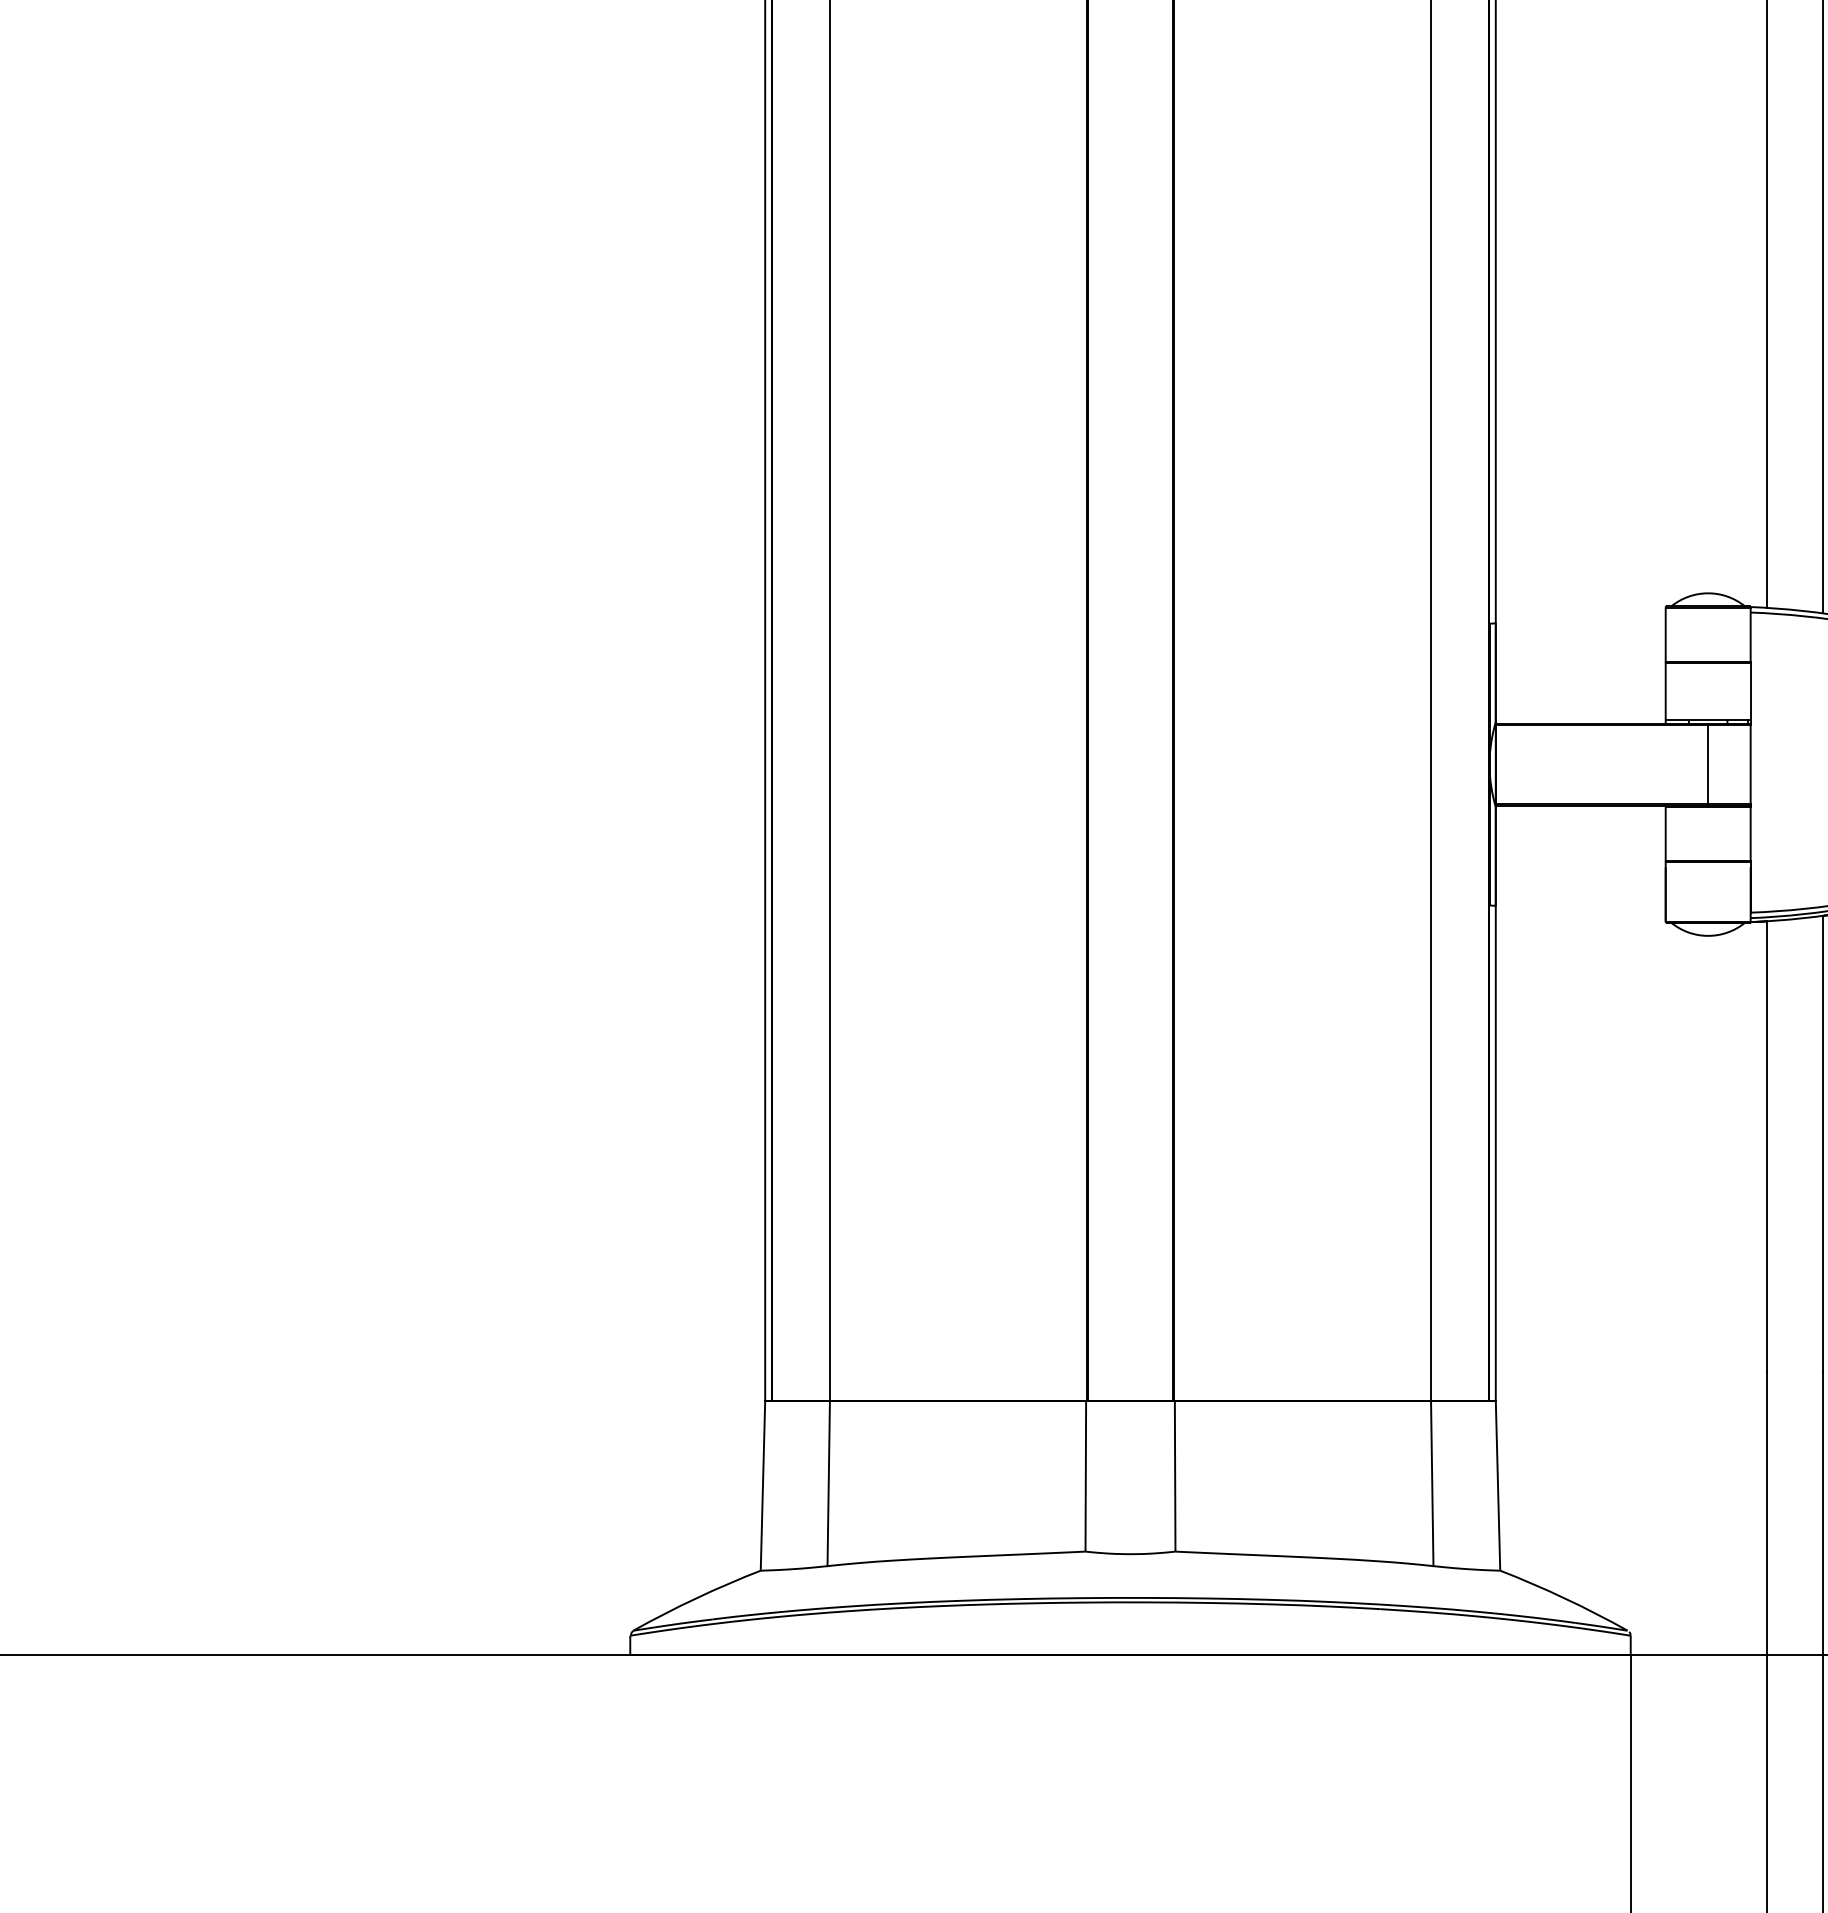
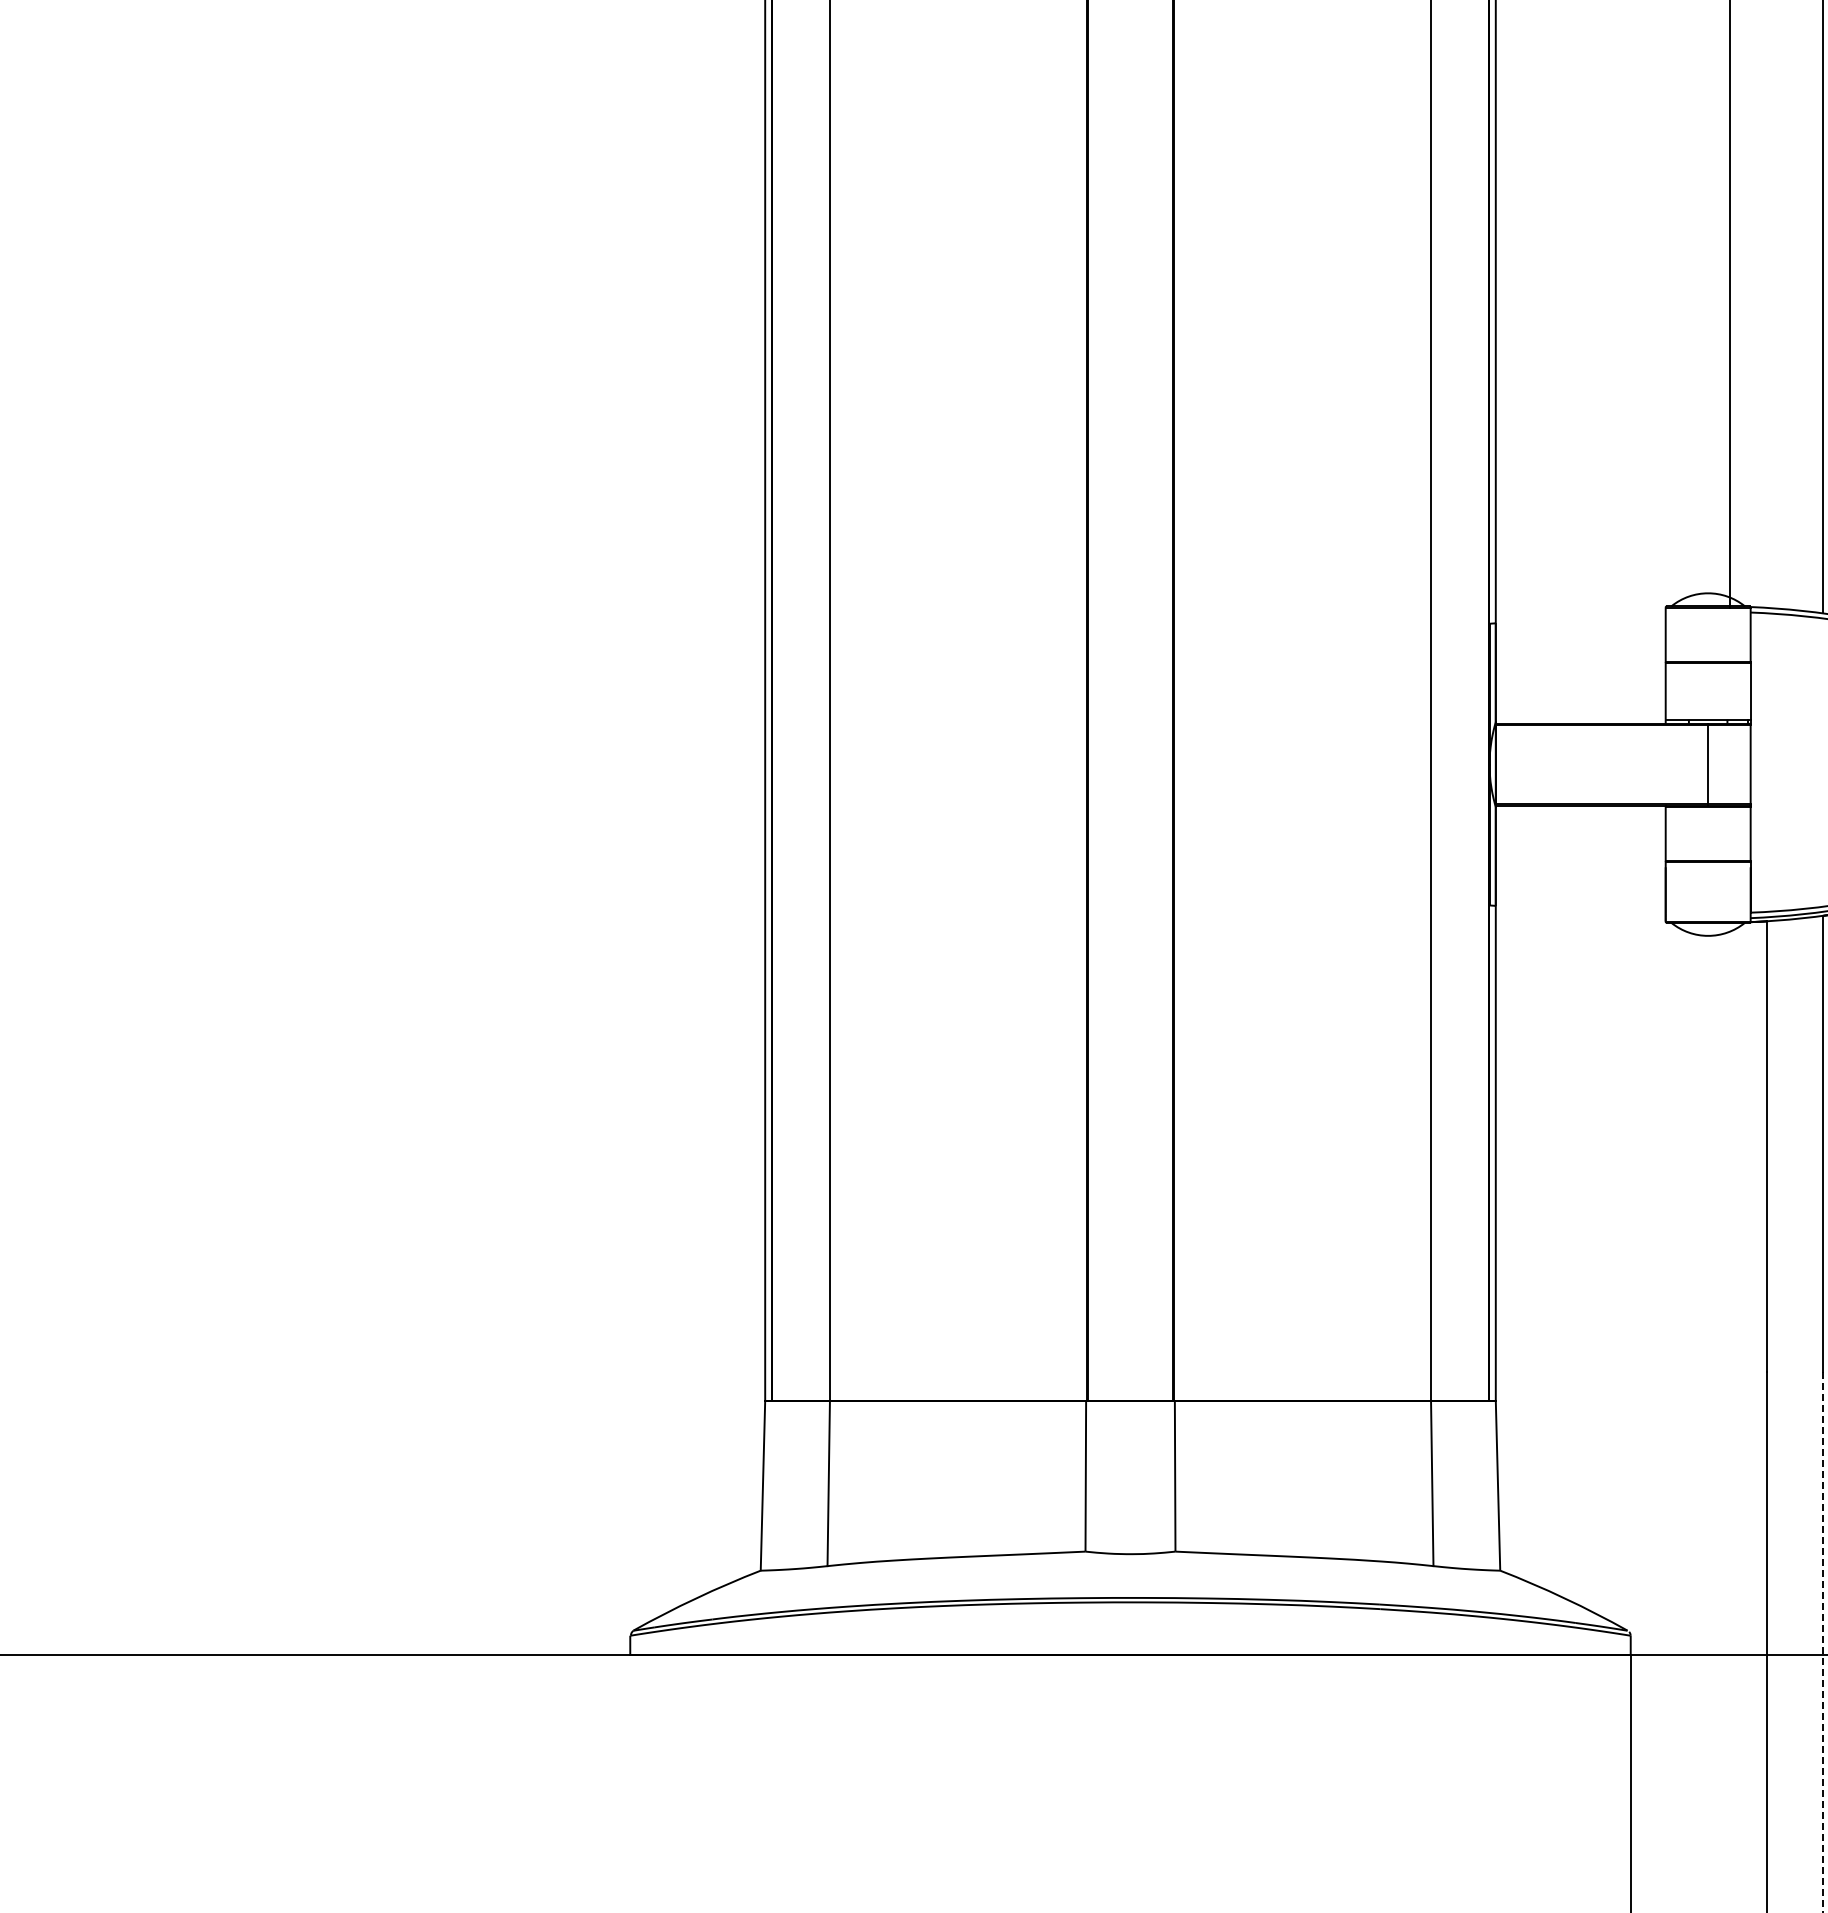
line at (1766, 304) position: (1766, 304) -> (1729, 304)
line at (1823, 1642): solid -> dashed
